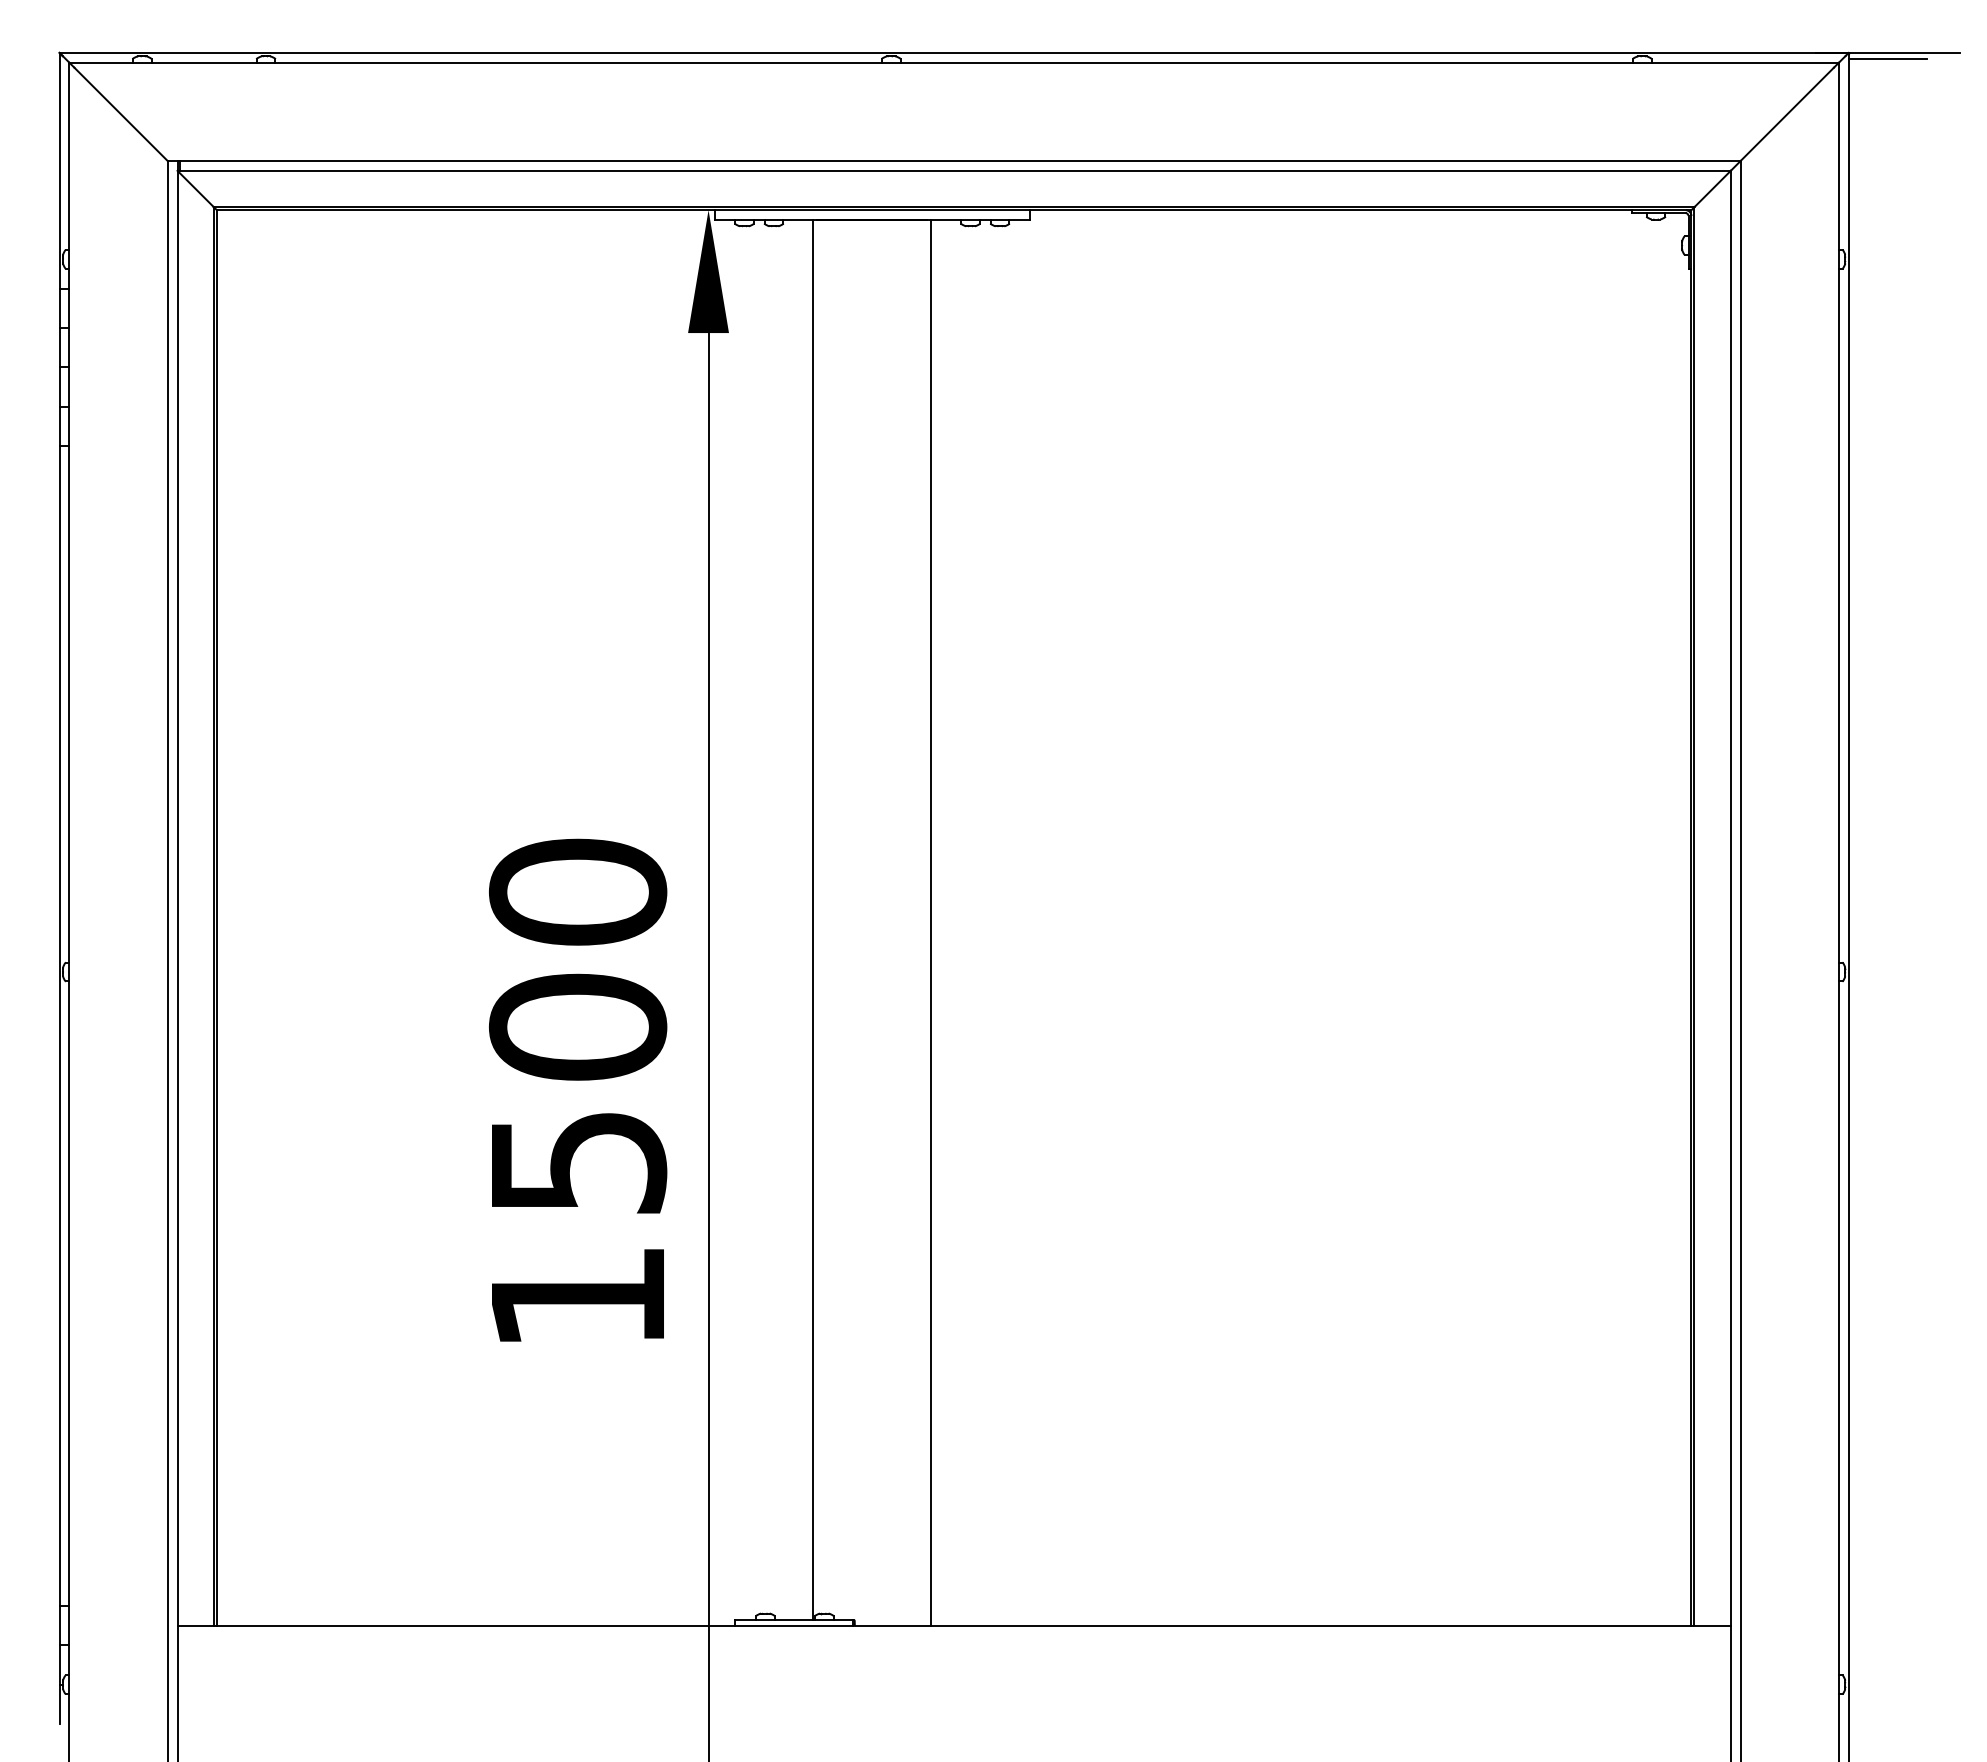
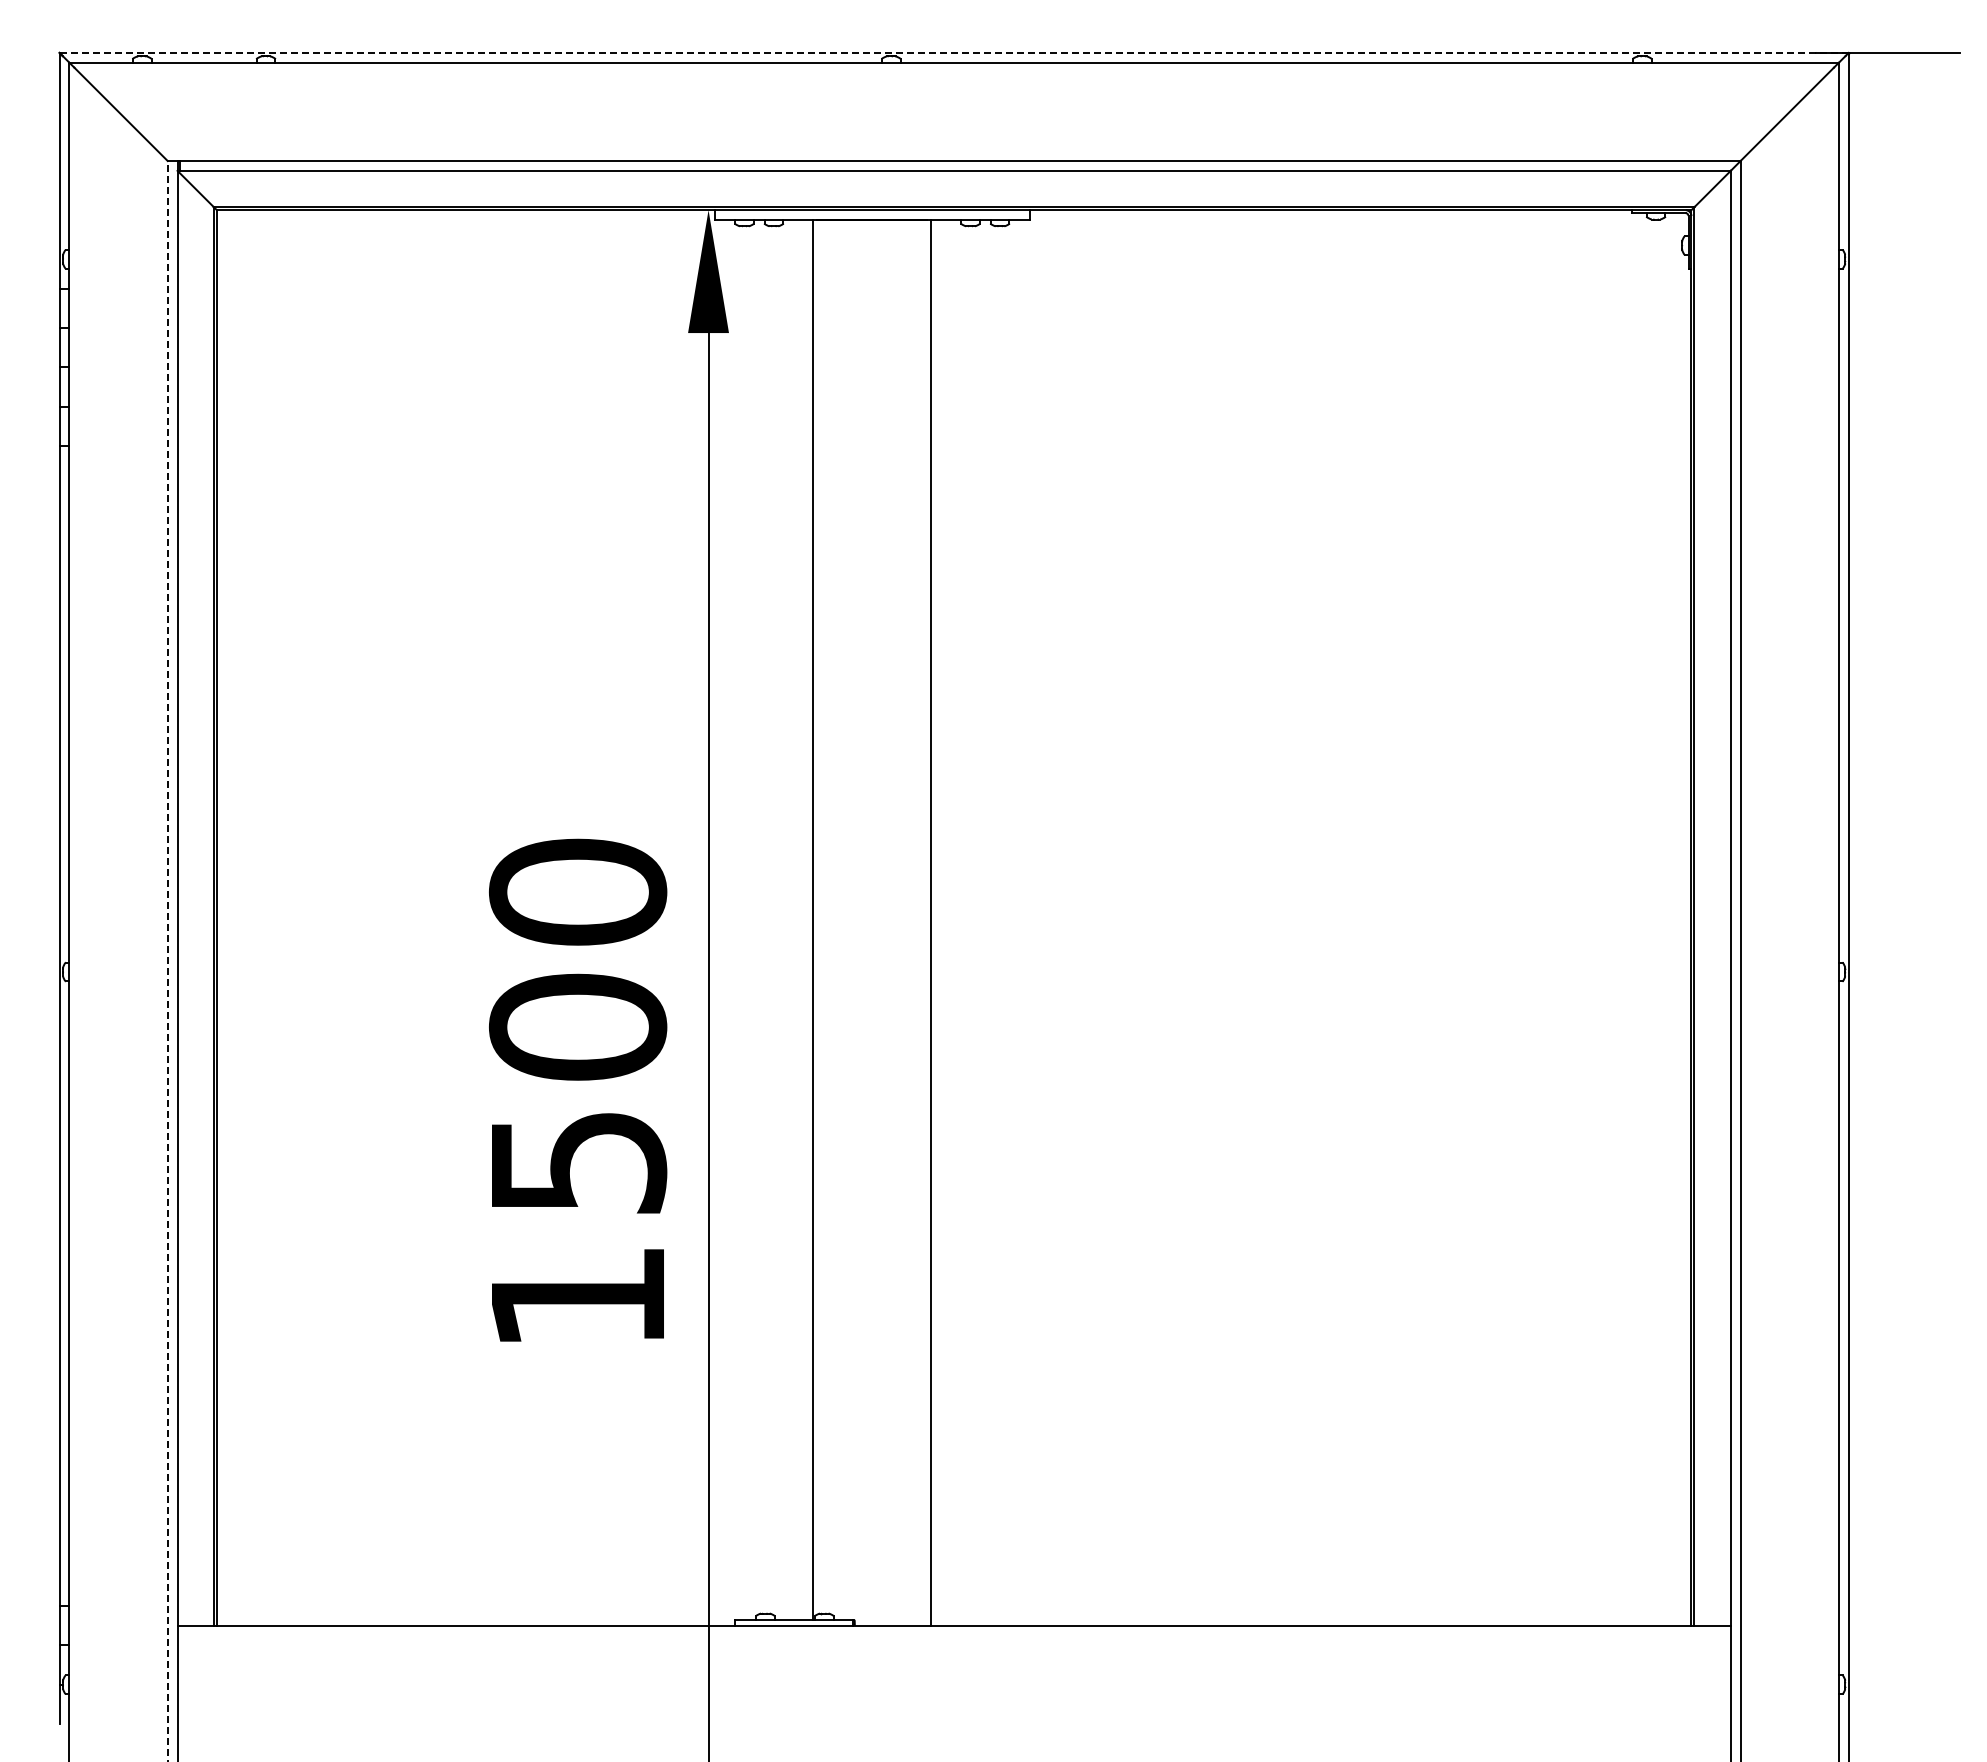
line at (954, 52): solid -> dashed
line at (1887, 58): present -> none
line at (167, 960): solid -> dashed
